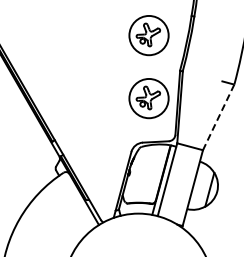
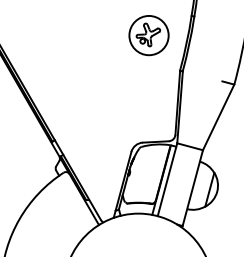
part at (148, 98): present -> none
line at (218, 117): dashed -> solid
